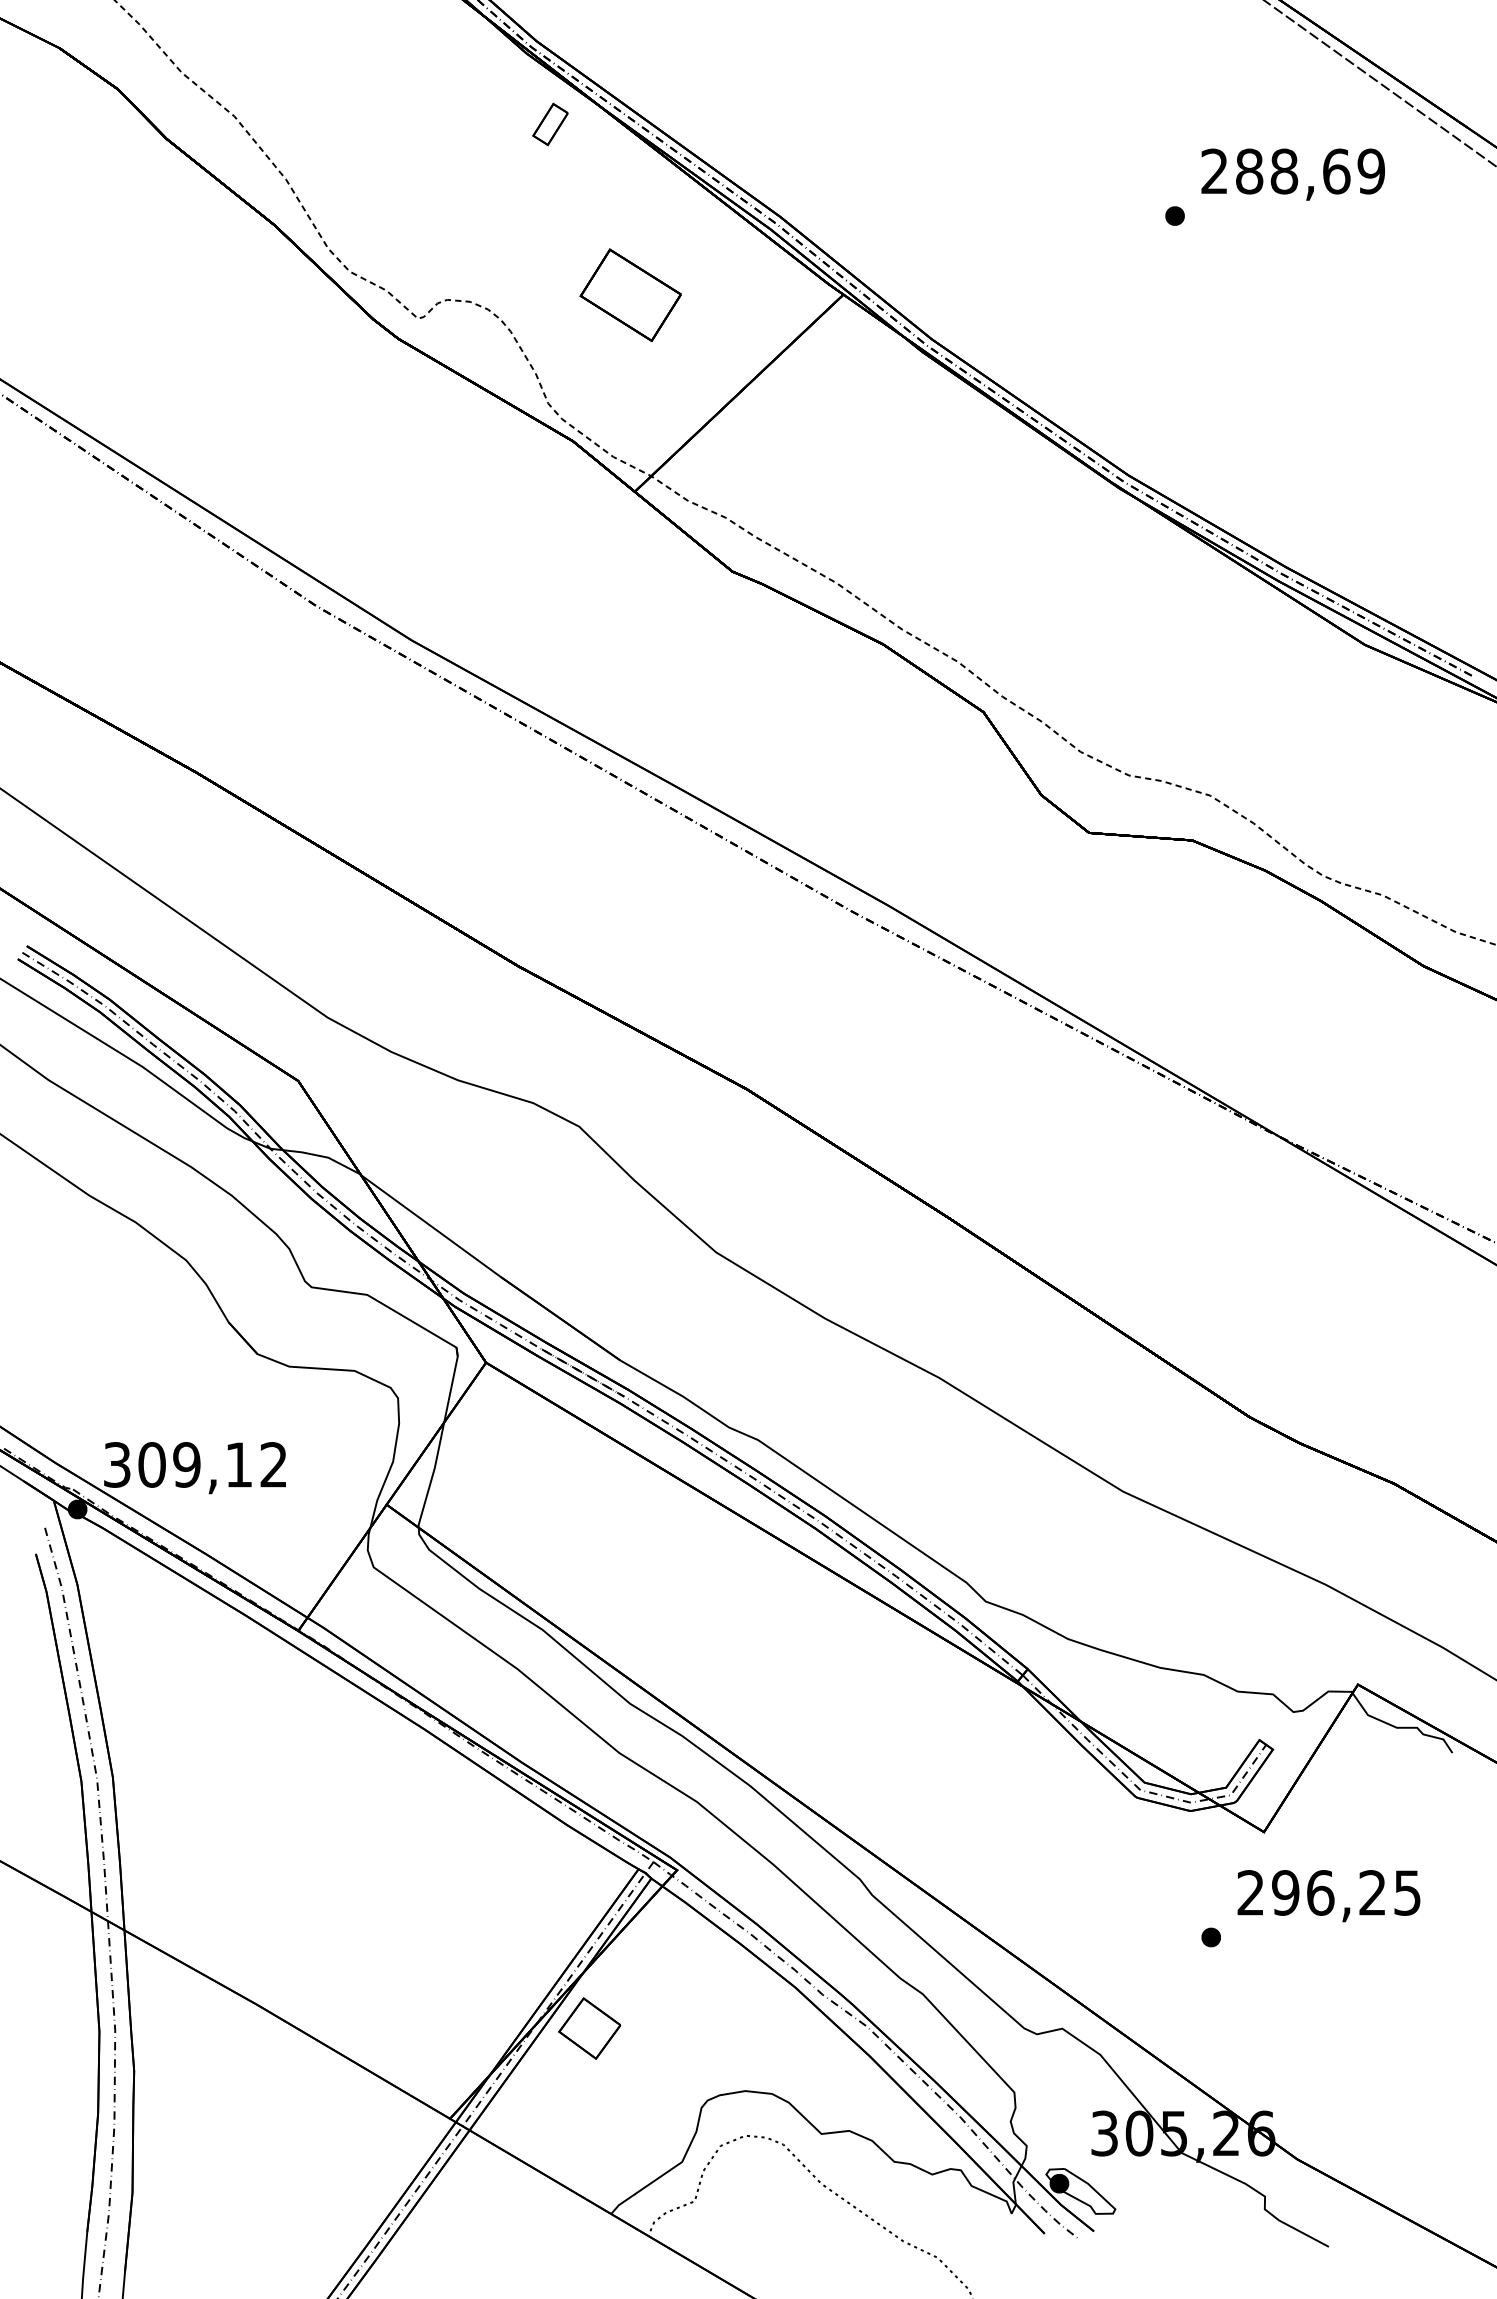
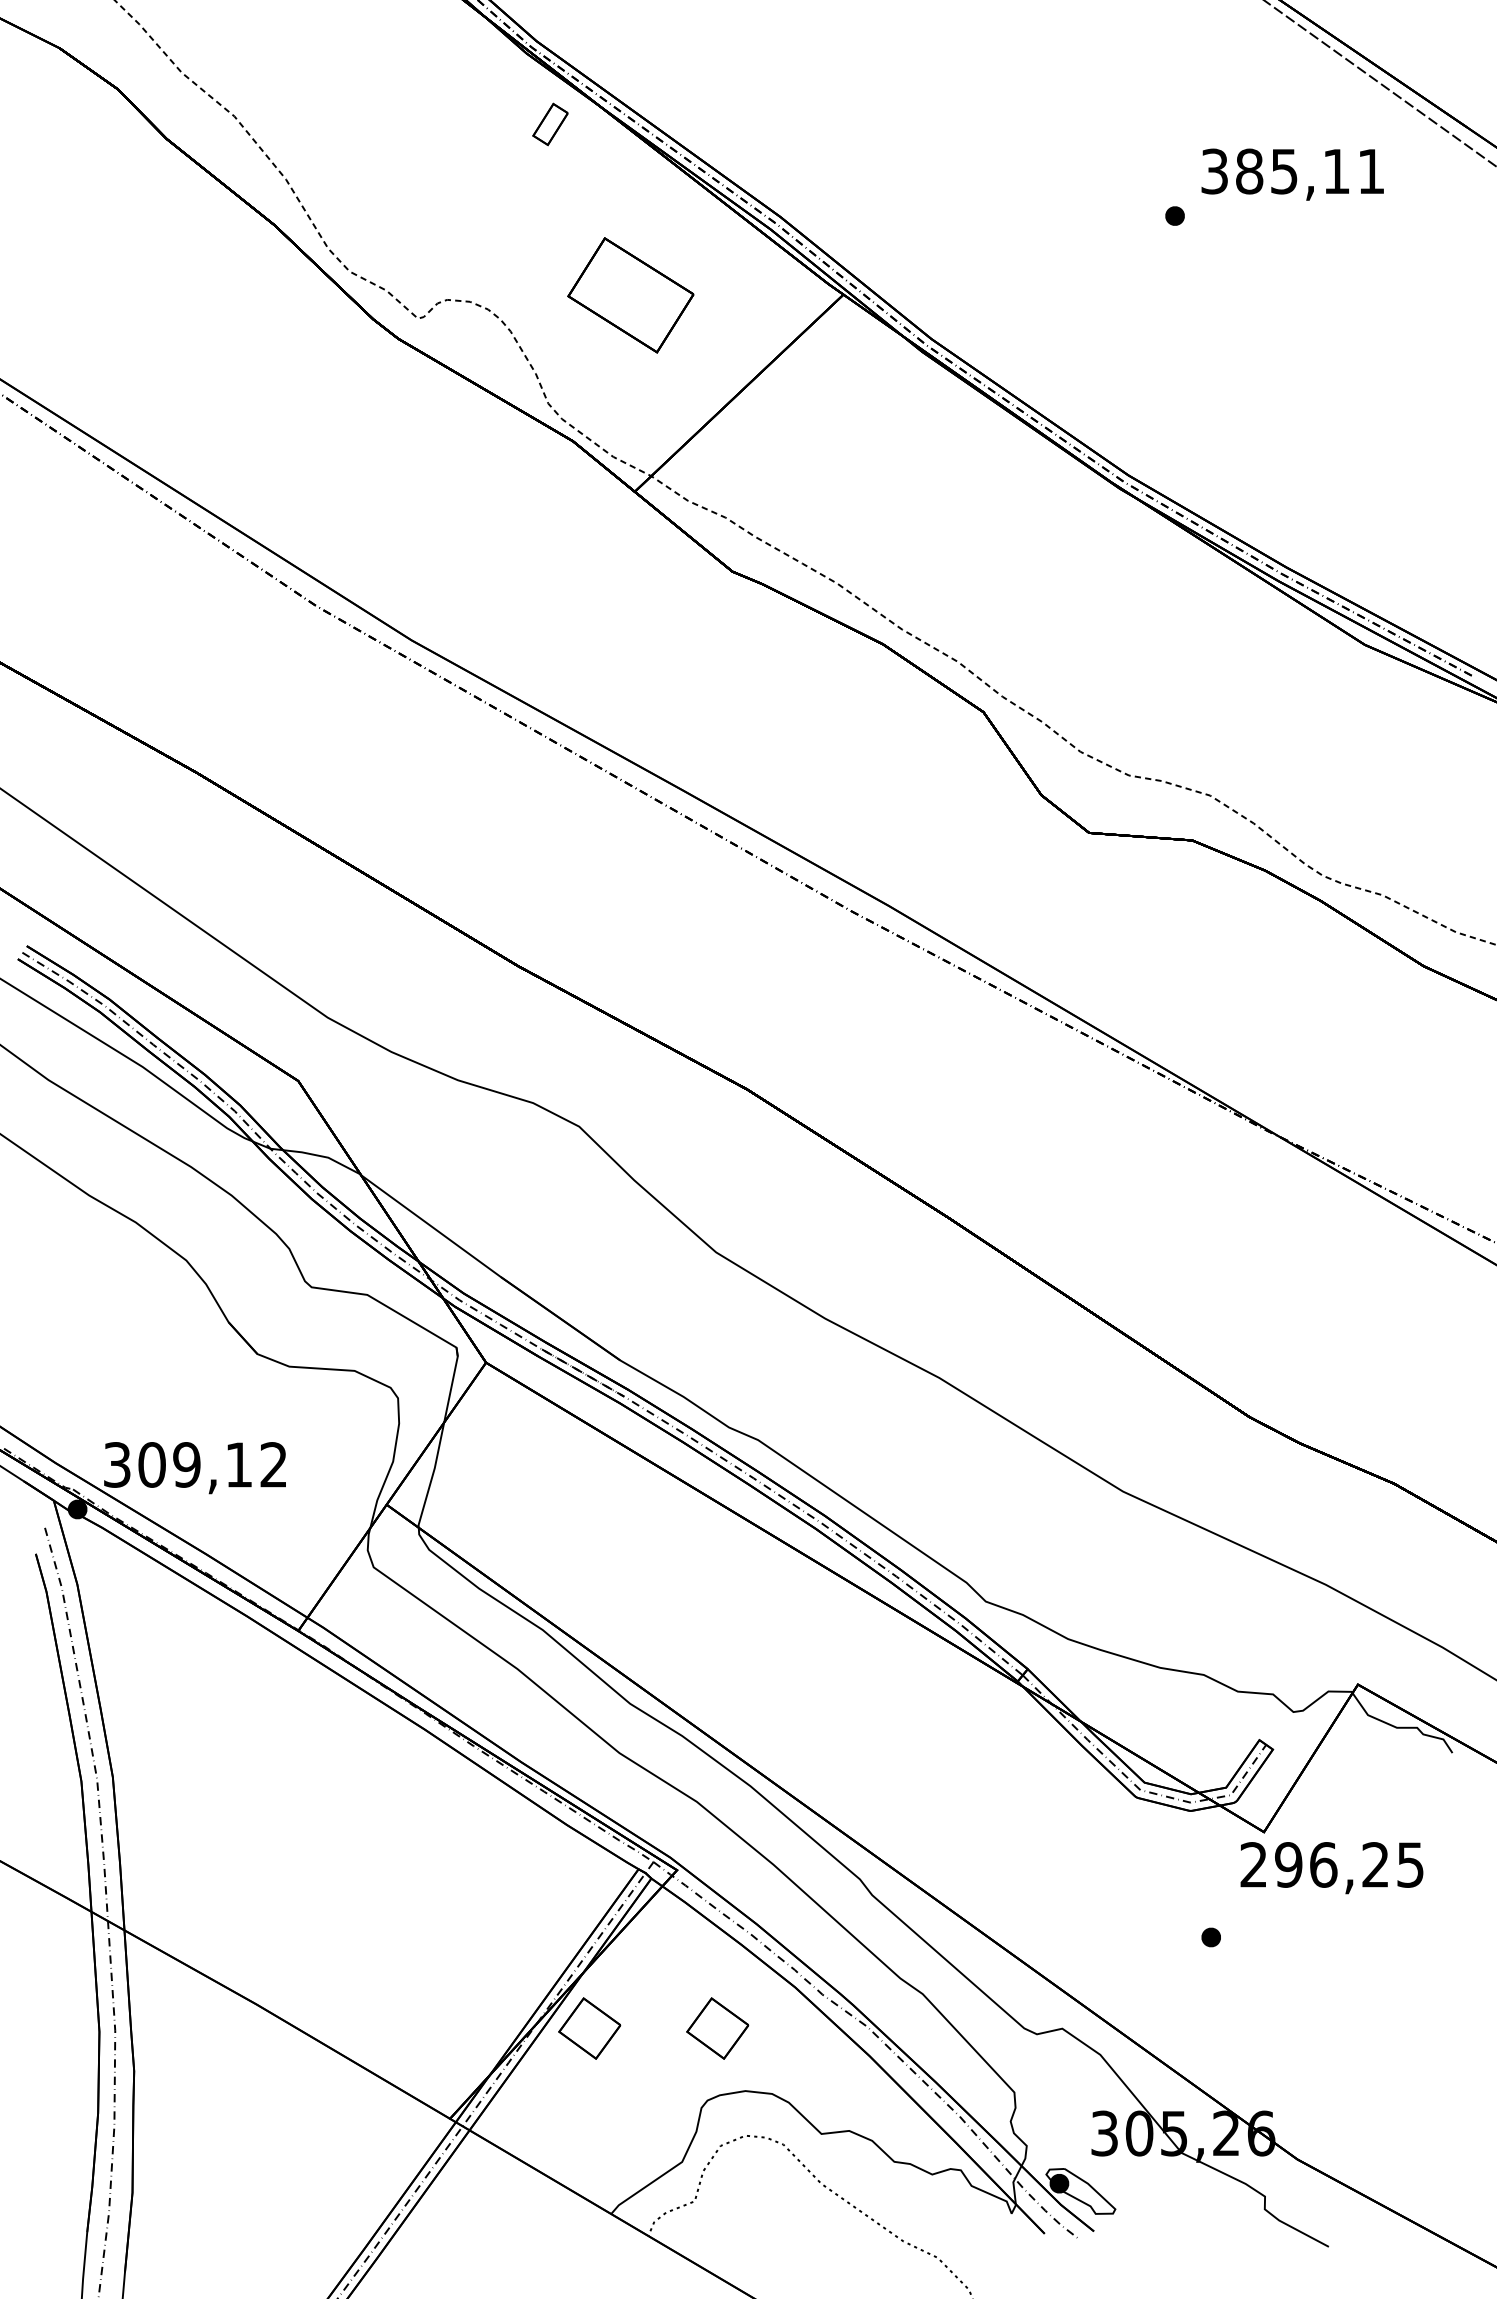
text at (1293, 171): 288,69 -> 385,11
part at (630, 294) size: 103x94 px -> 128x117 px
text at (1328, 1896) position: (1328, 1896) -> (1331, 1868)
part at (717, 2028): none -> present
